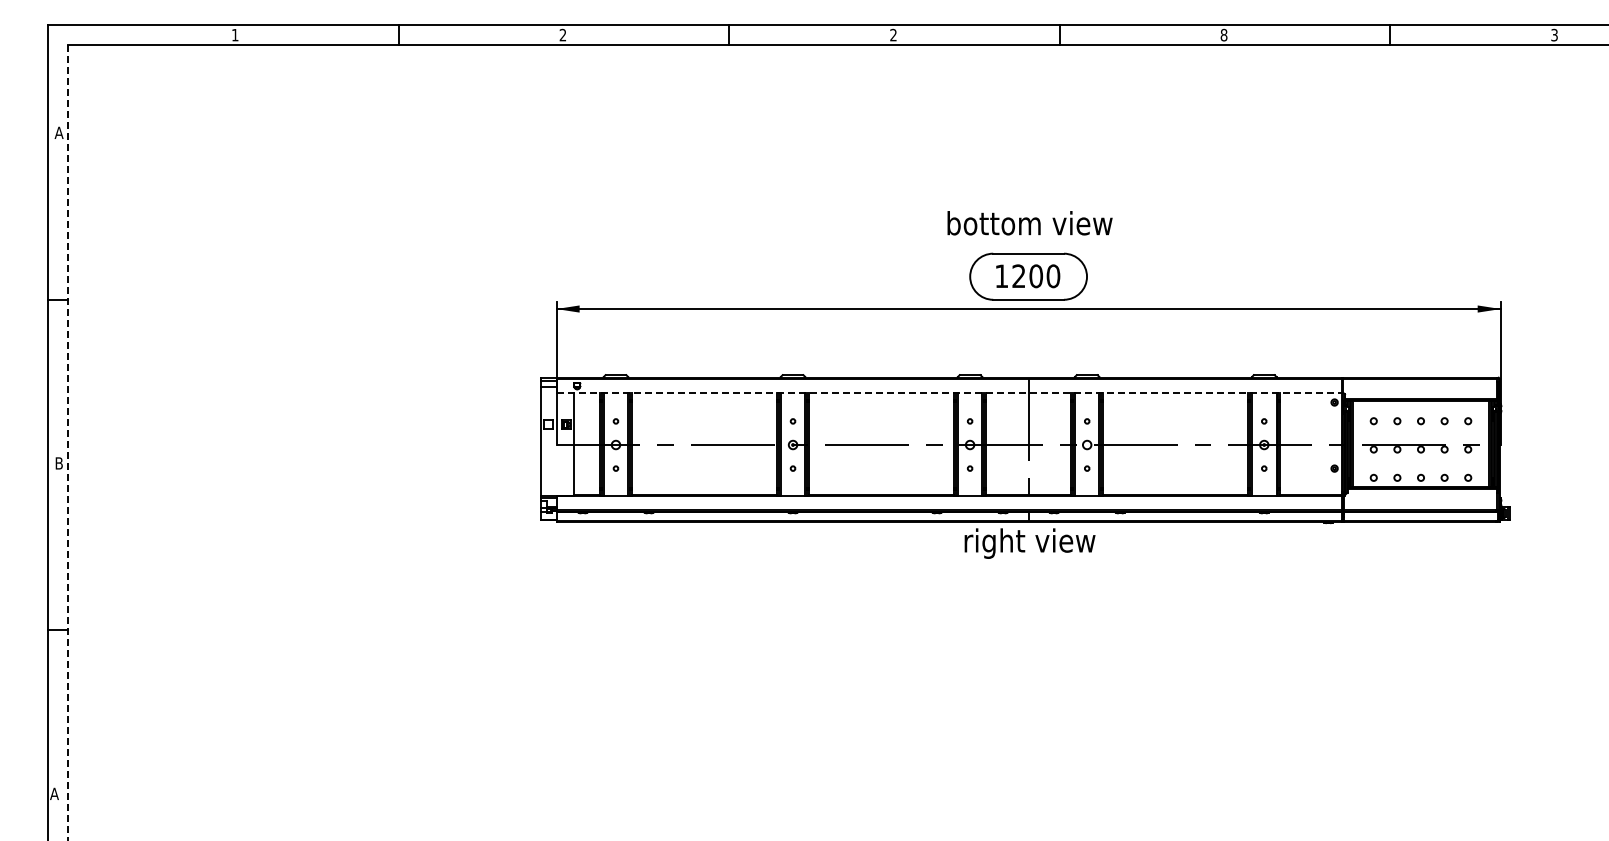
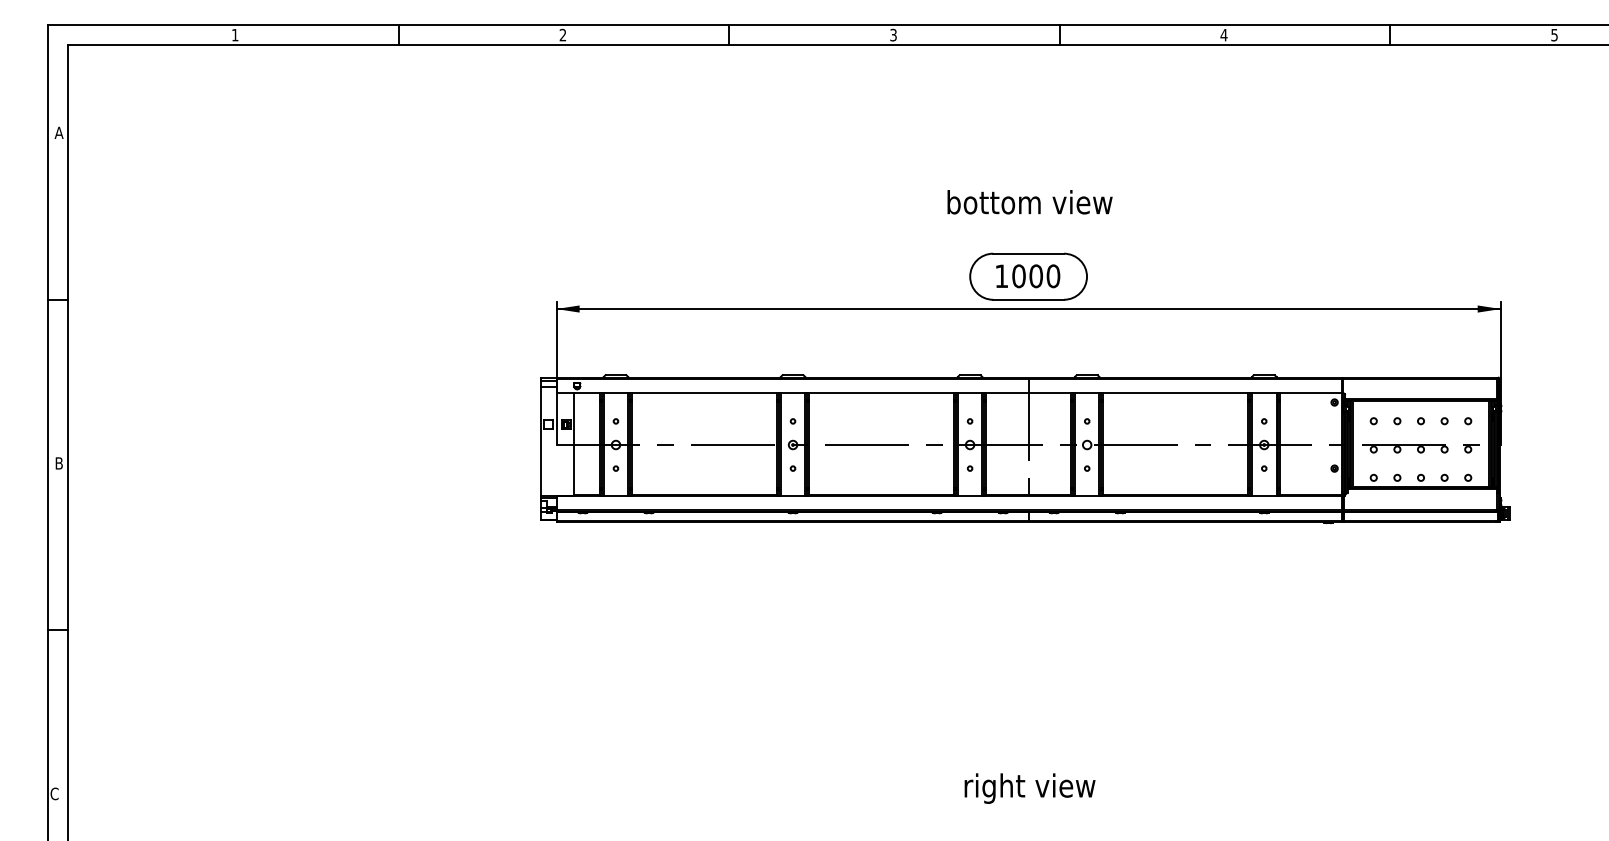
text at (1223, 34): 8 -> 4
text at (1554, 34): 3 -> 5
text at (893, 35): 2 -> 3
text at (1029, 223) position: (1029, 223) -> (1029, 202)
text at (1018, 276): 1200 -> 1000
line at (950, 392): dashed -> solid
line at (68, 442): dashed -> solid
text at (1029, 543) position: (1029, 543) -> (1029, 788)
text at (54, 793): A -> C
